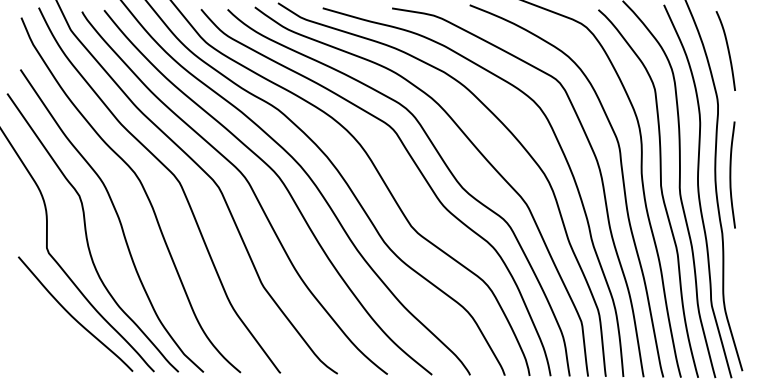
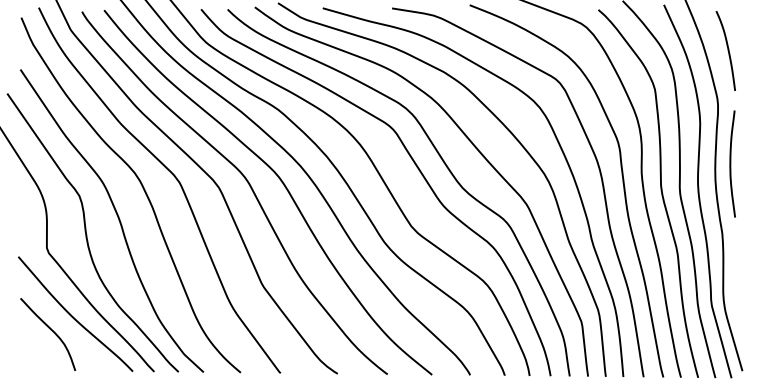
curve at (731, 174) position: (731, 174) -> (731, 163)
curve at (51, 331): none -> present
